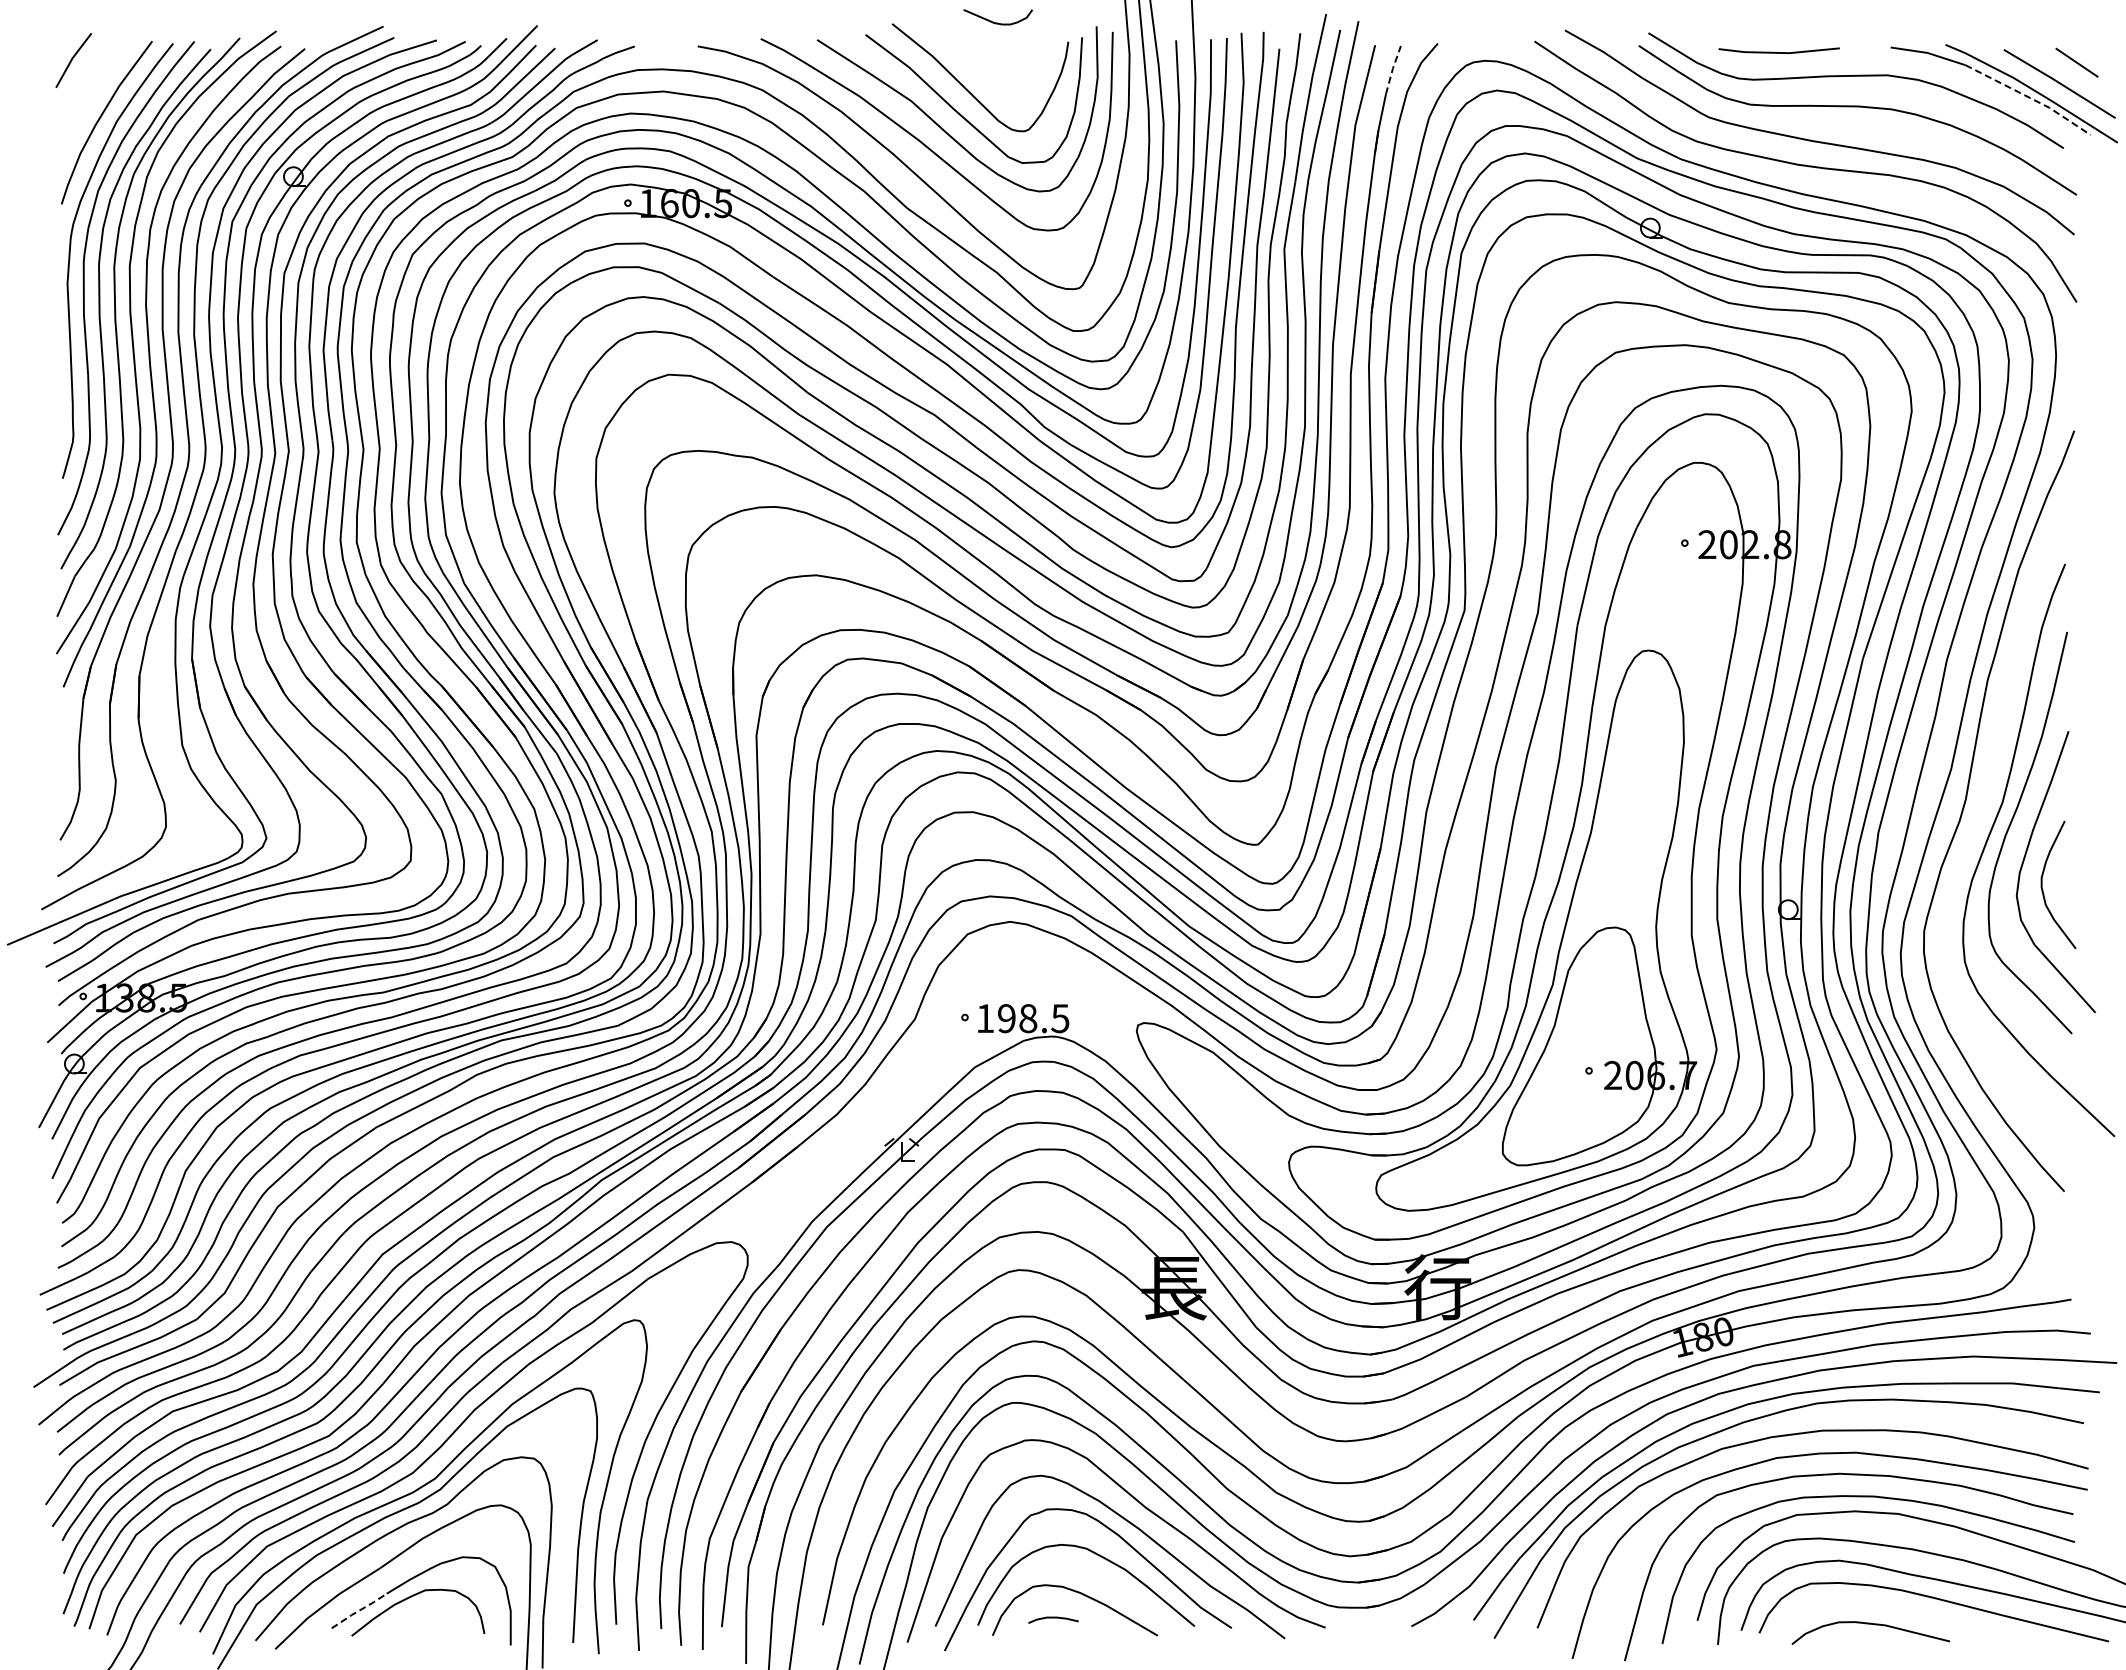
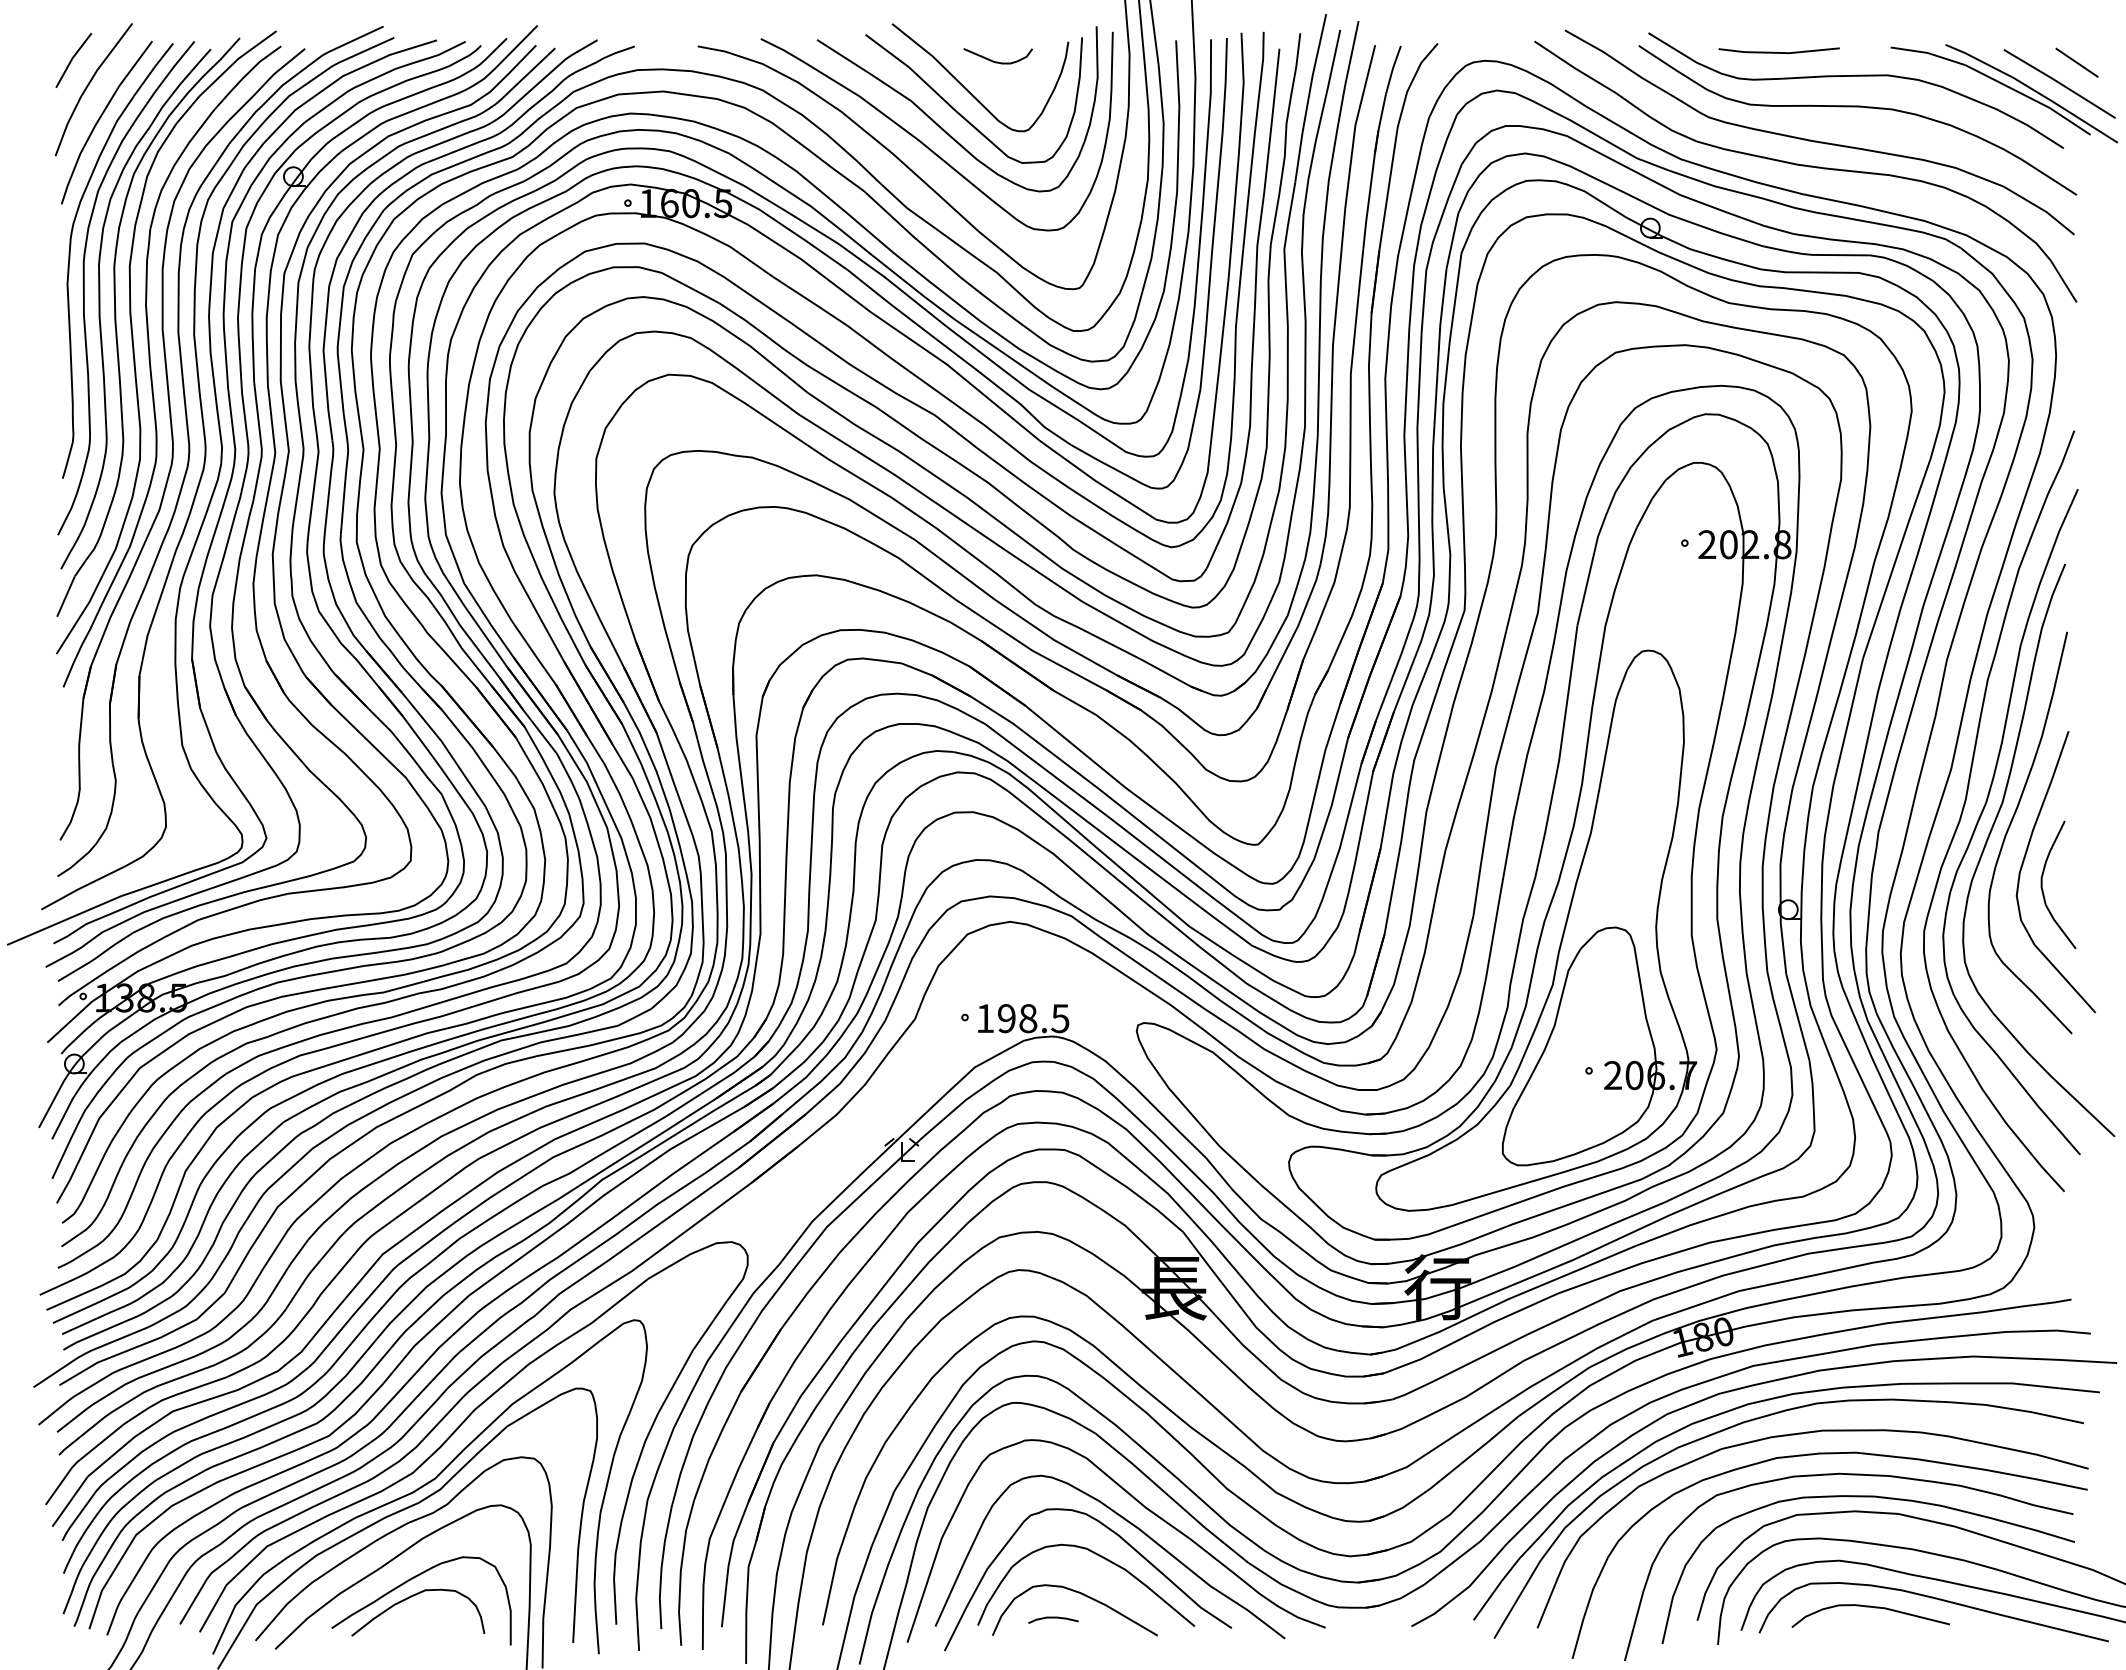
curve at (997, 22) position: (997, 22) -> (997, 61)
line at (1392, 69): dashed -> solid
curve at (88, 86): none -> present
line at (2030, 97): dashed -> solid
curve at (1984, 809): none -> present
line at (359, 1610): dashed -> solid
curve at (1870, 1624) position: (1870, 1624) -> (1870, 1607)
